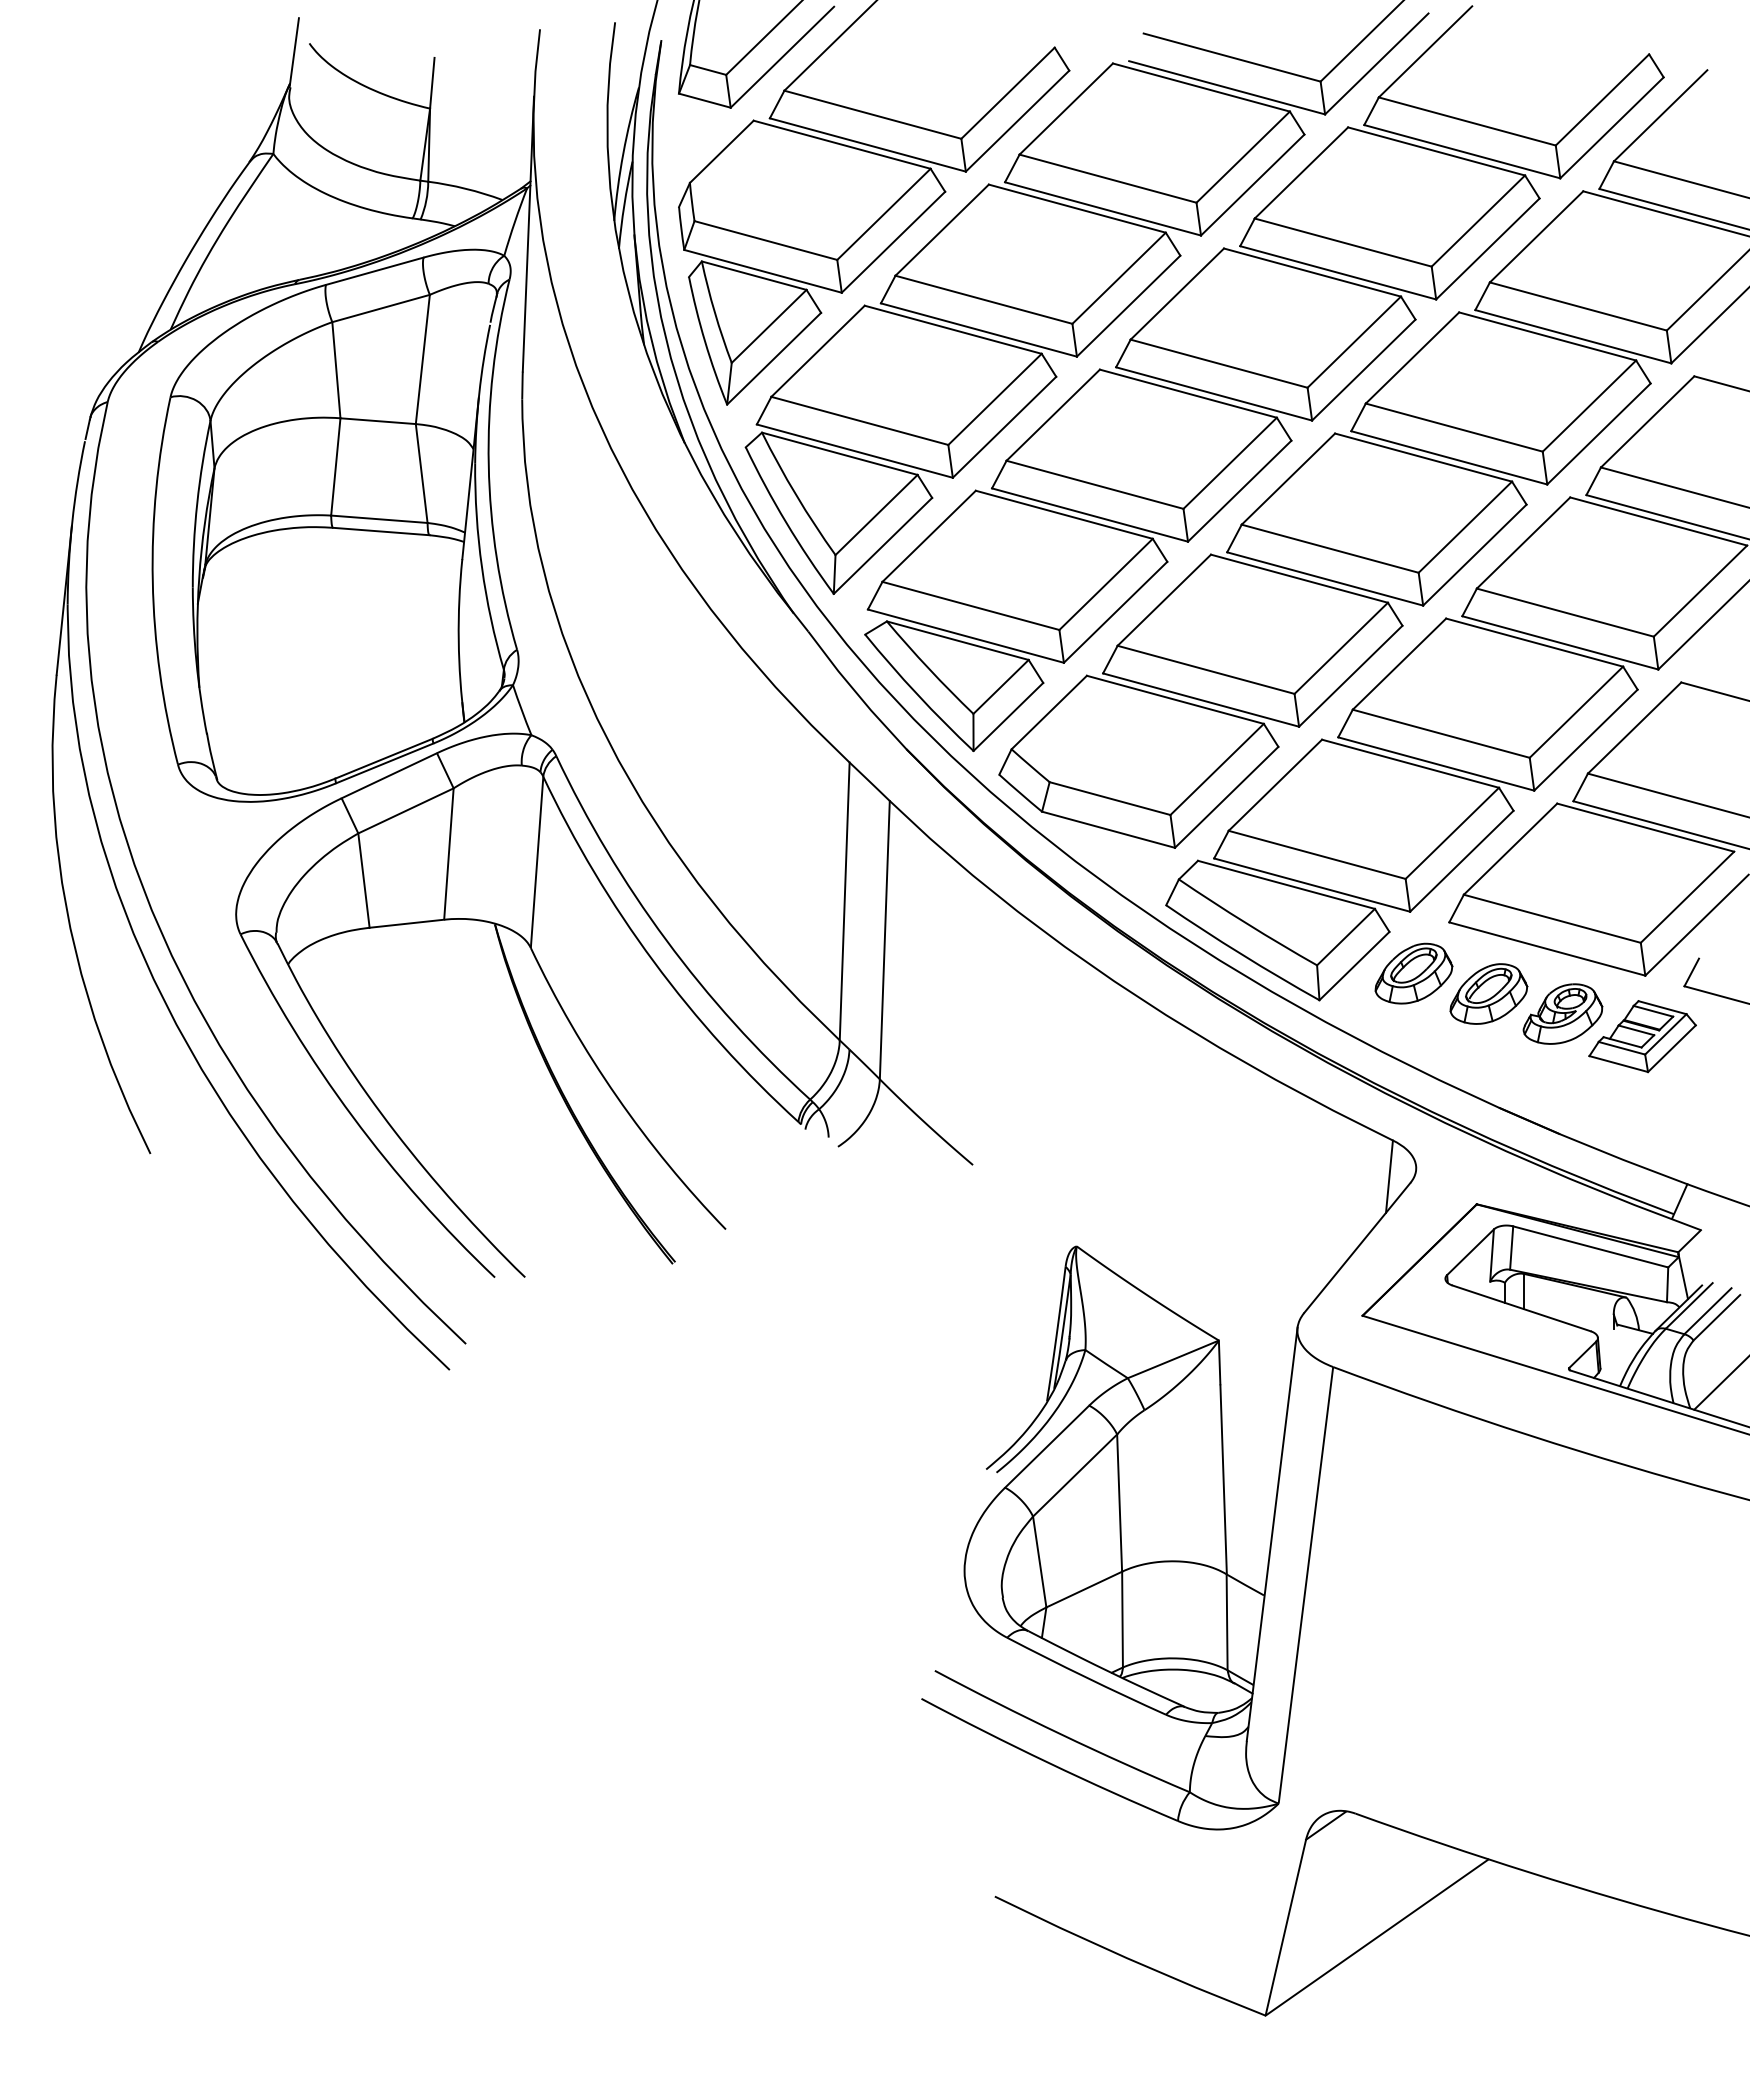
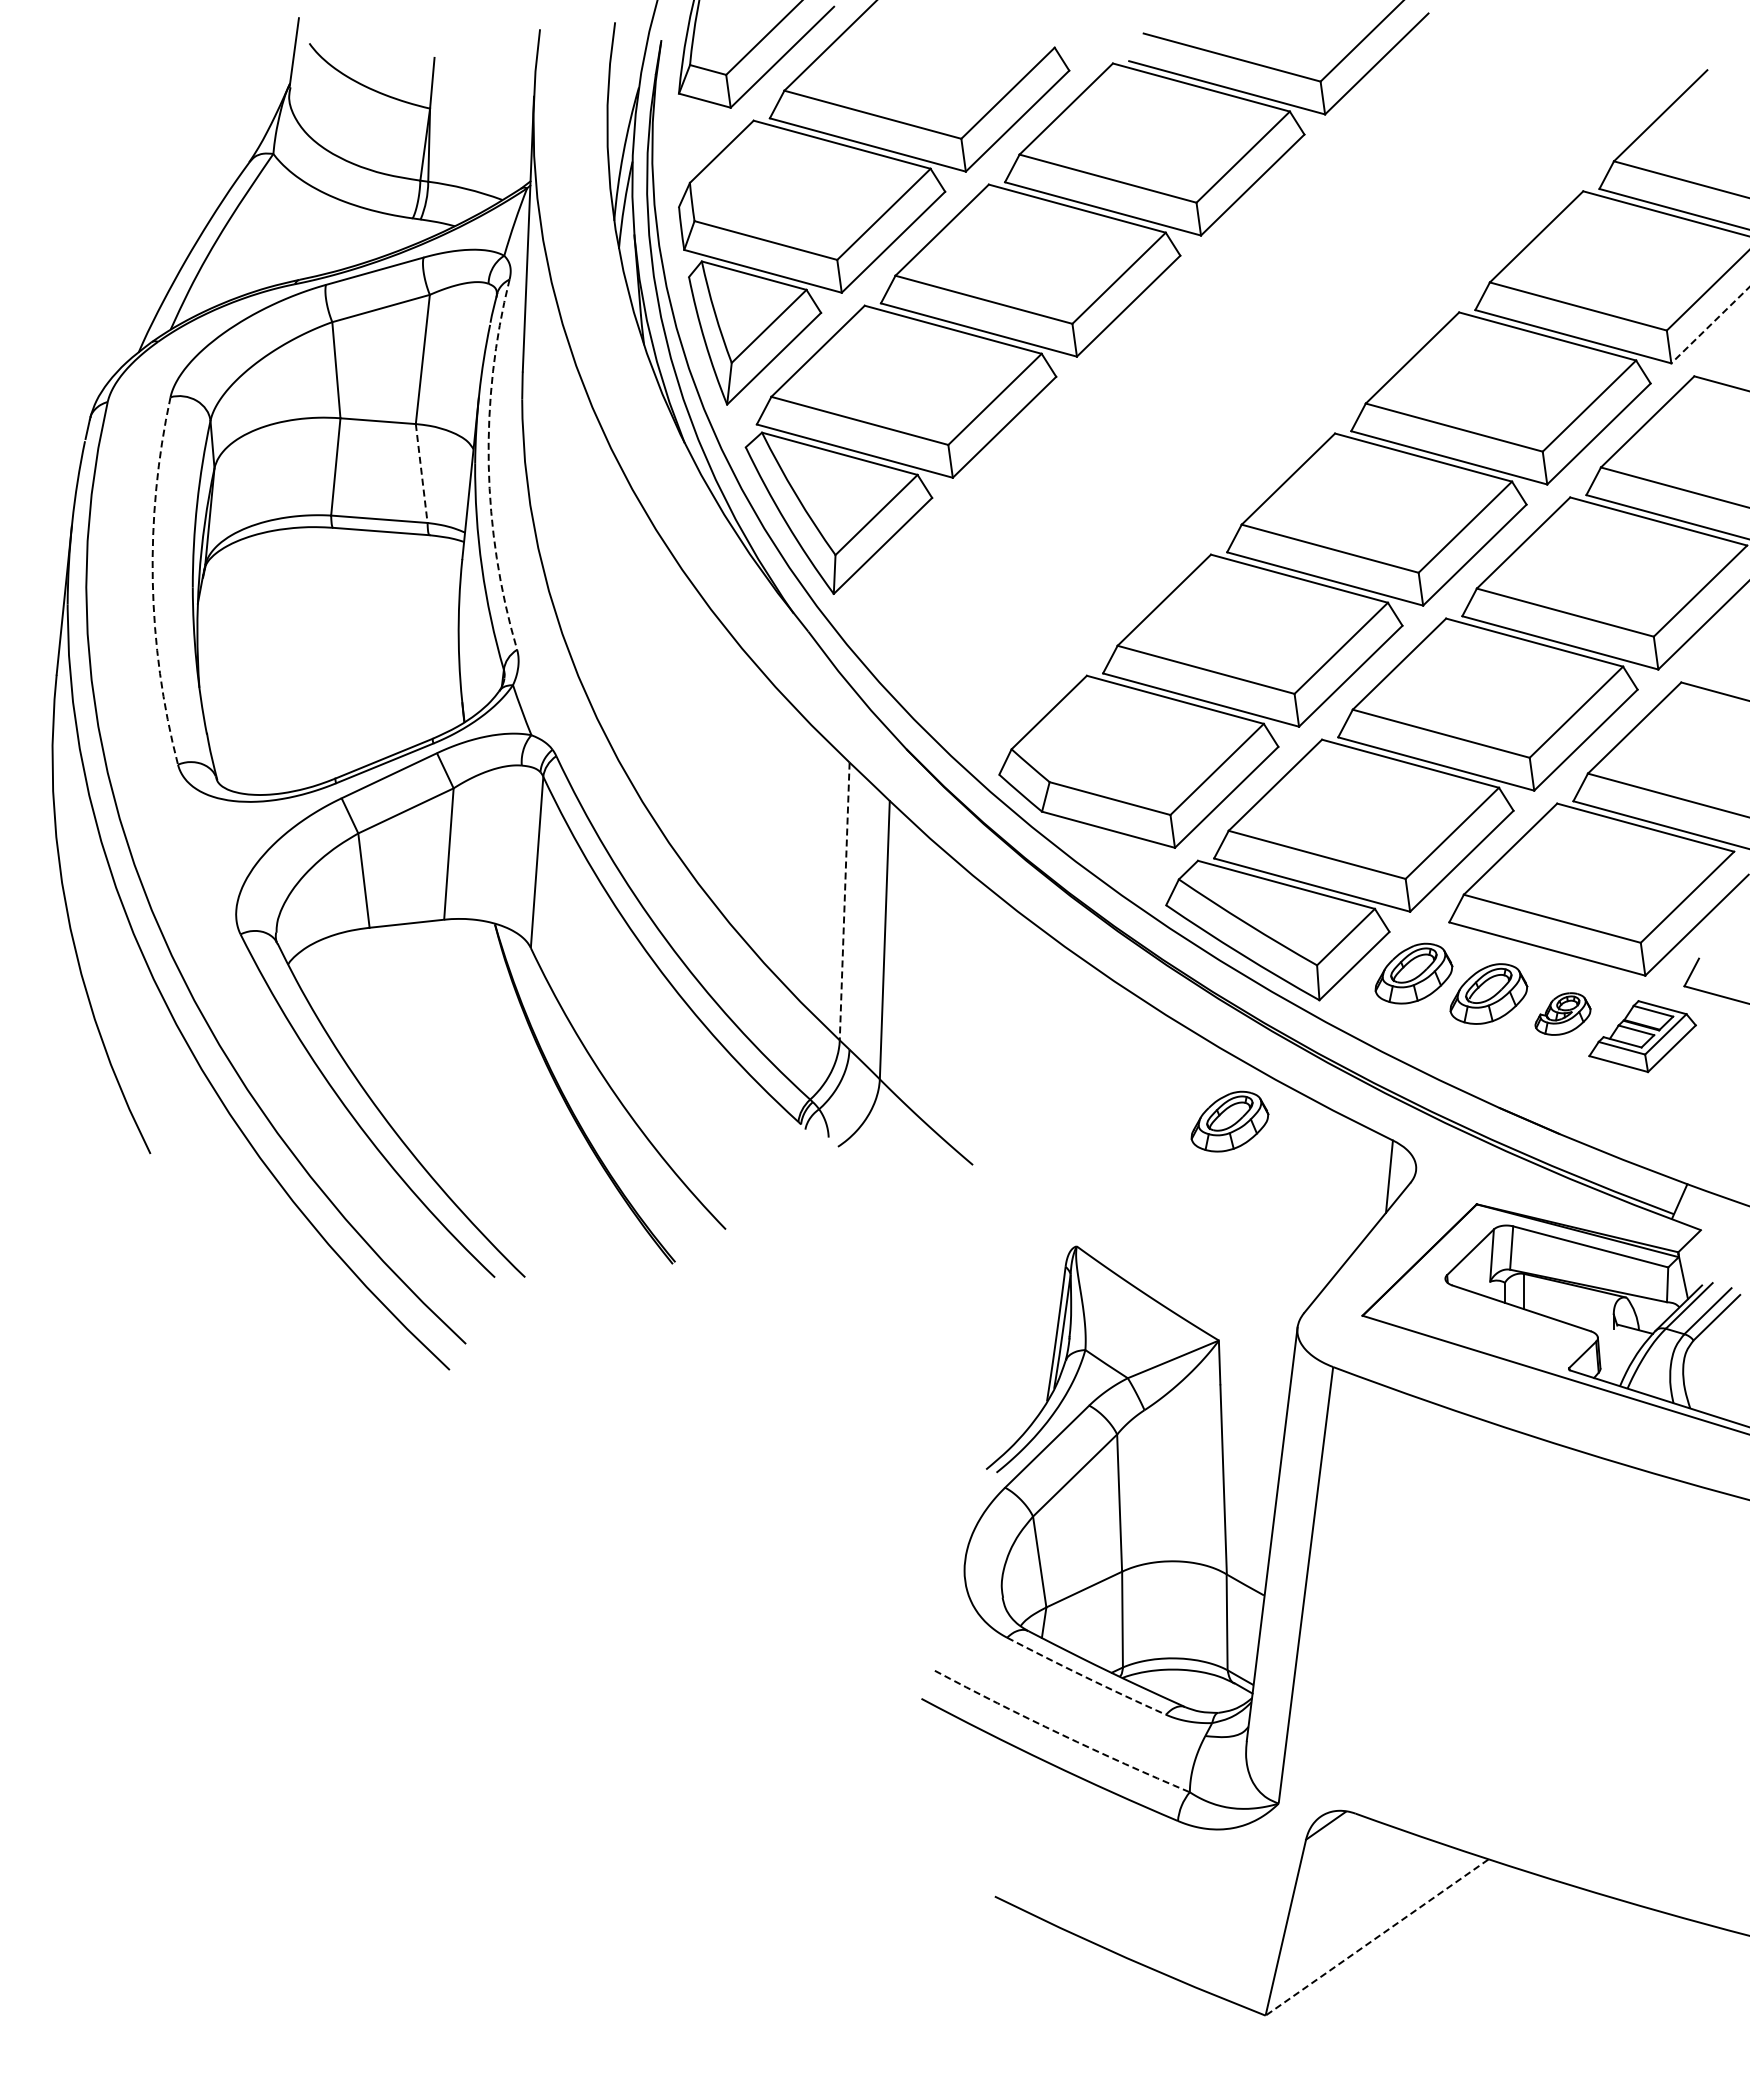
line at (1710, 325): solid -> dashed
part at (1264, 378): present -> none
arc at (488, 465): solid -> dashed
line at (421, 473): solid -> dashed
arc at (152, 581): solid -> dashed
line at (844, 901): solid -> dashed
part at (1562, 1013) size: 82x62 px -> 58x44 px
part at (1229, 1121): none -> present
line at (1720, 1383): present -> none
arc at (1086, 1677): solid -> dashed
arc at (1061, 1734): solid -> dashed
line at (1376, 1937): solid -> dashed
